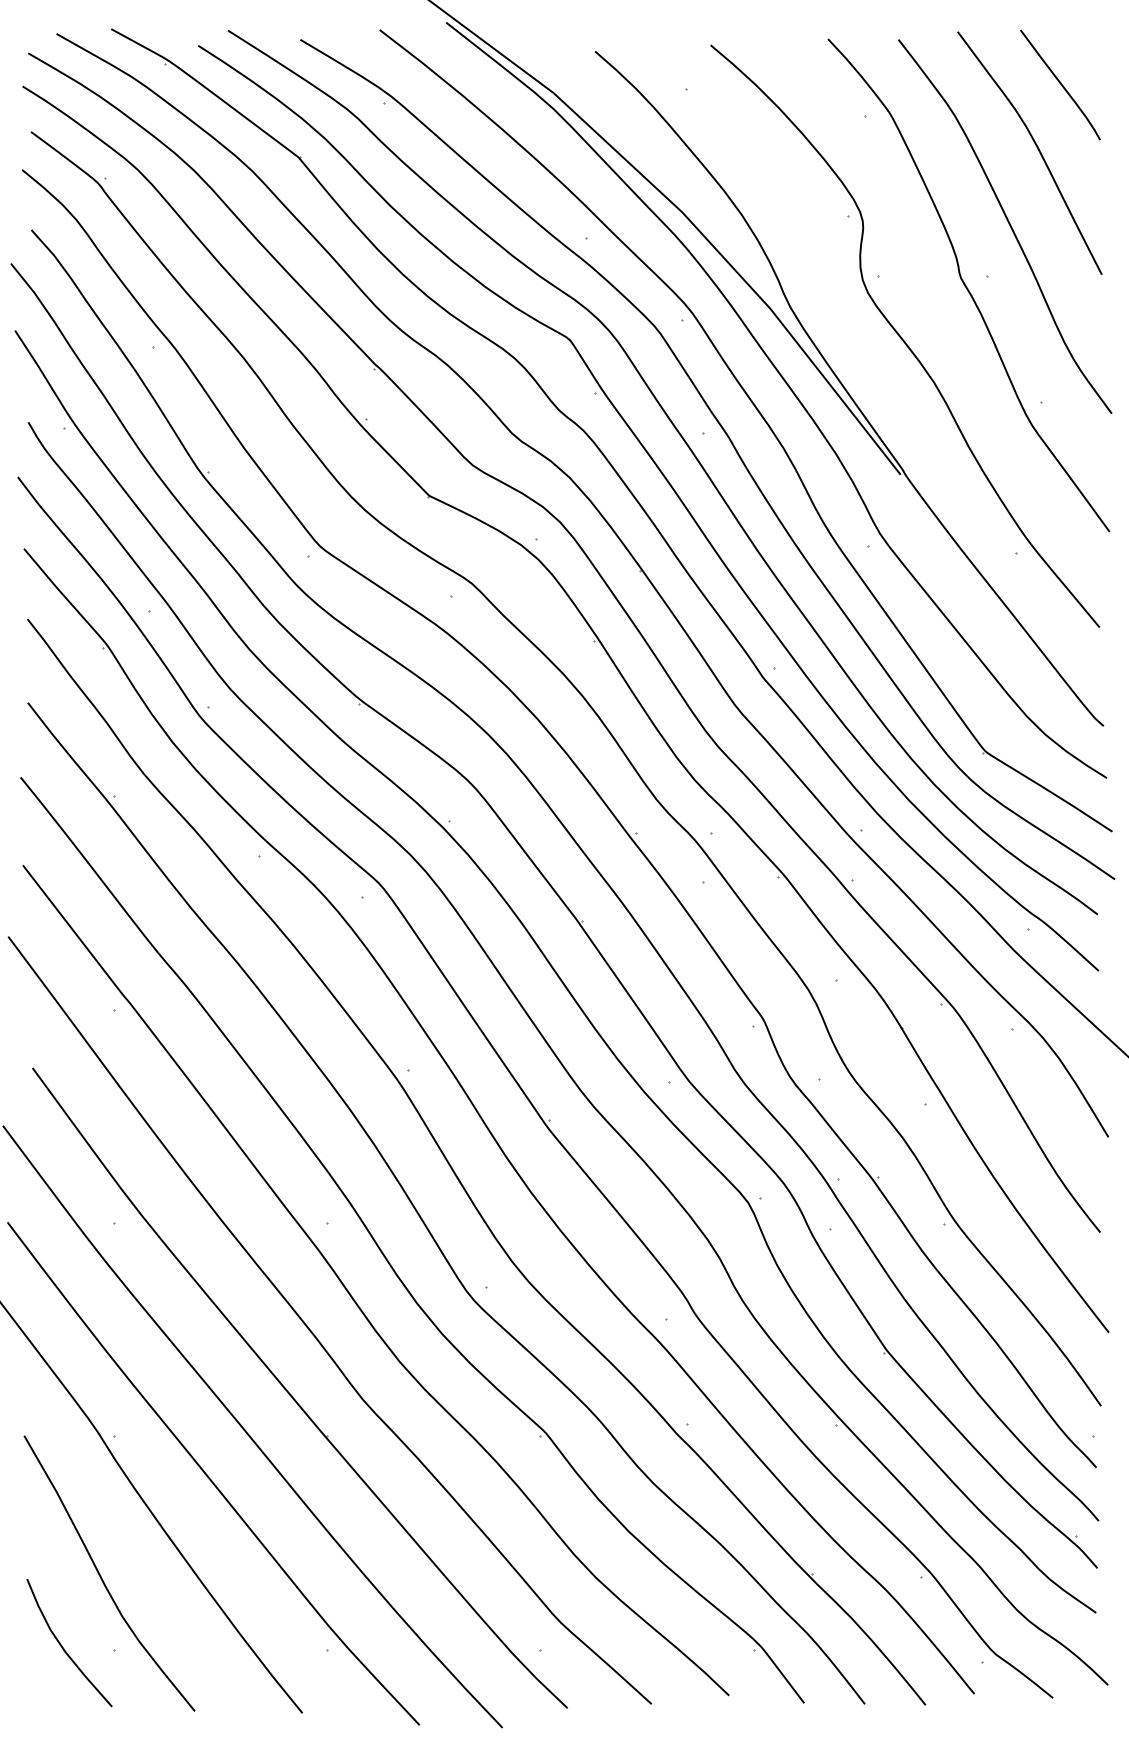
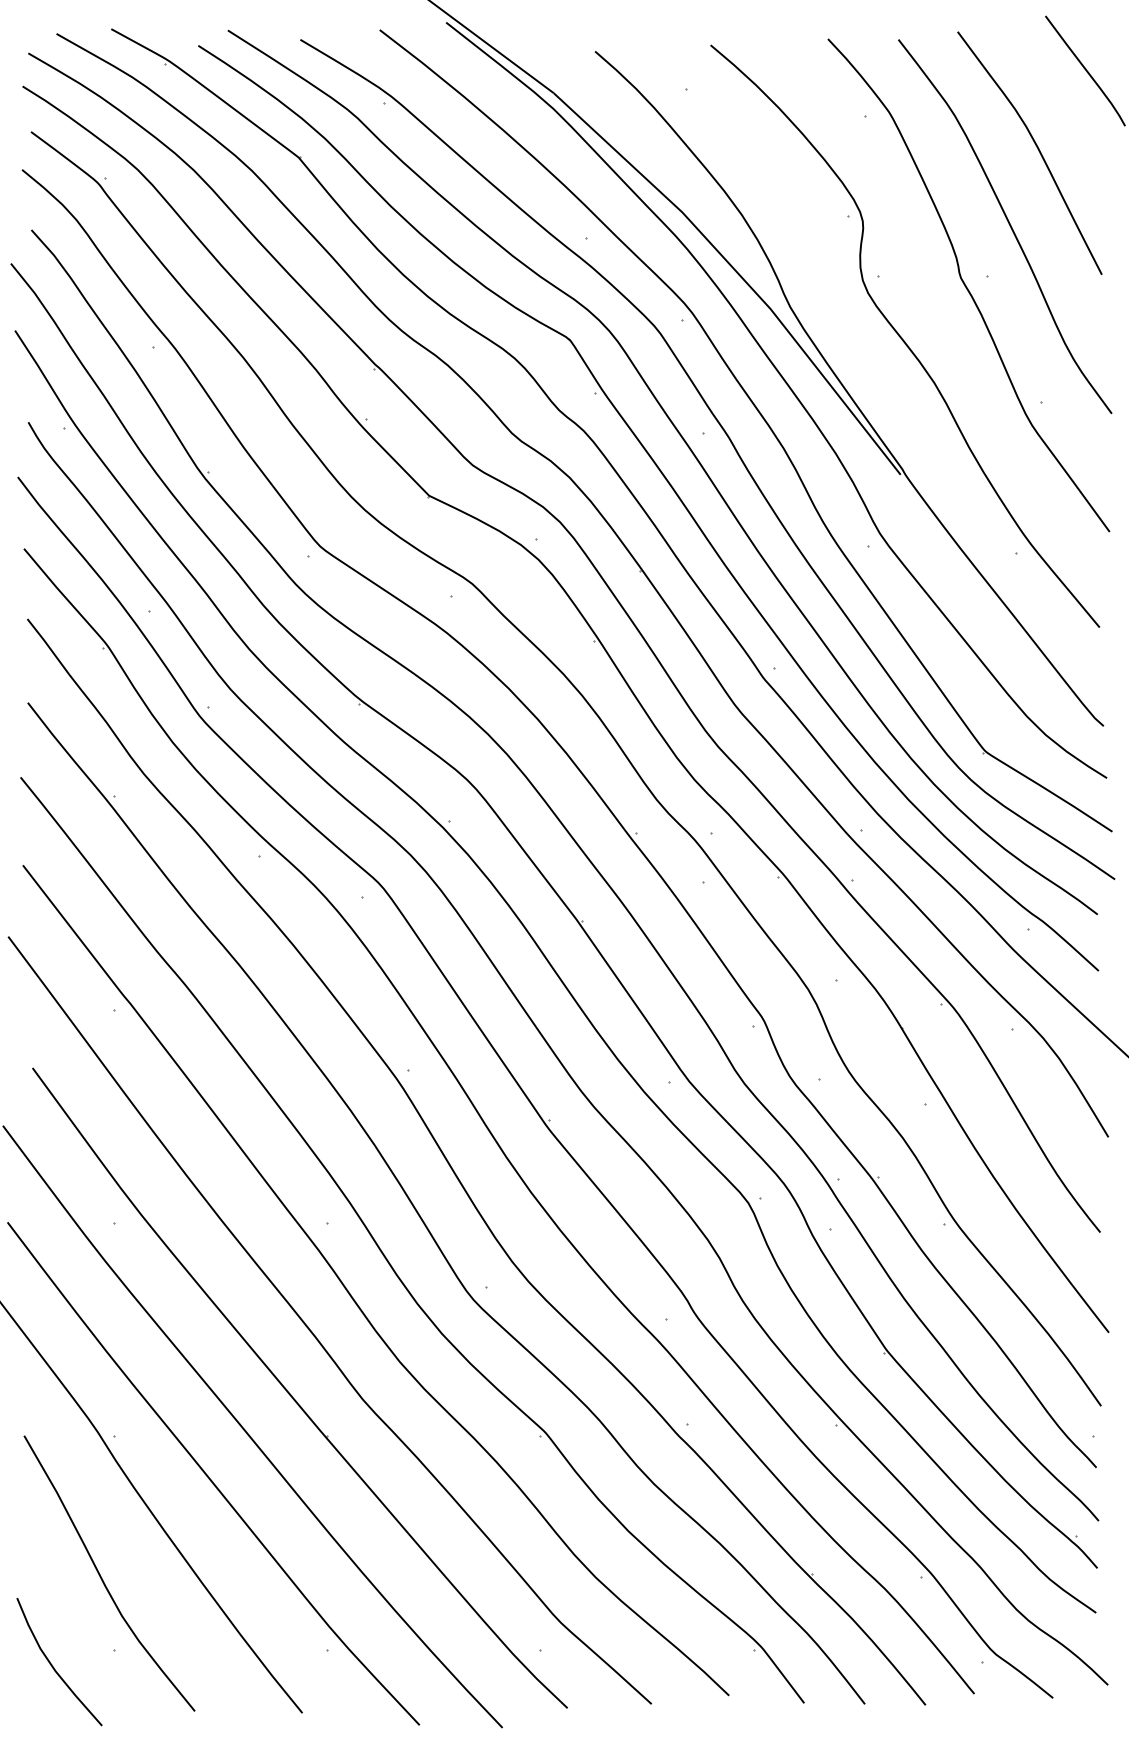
curve at (1060, 84) position: (1060, 84) -> (1085, 70)
curve at (64, 1648) position: (64, 1648) -> (54, 1667)
